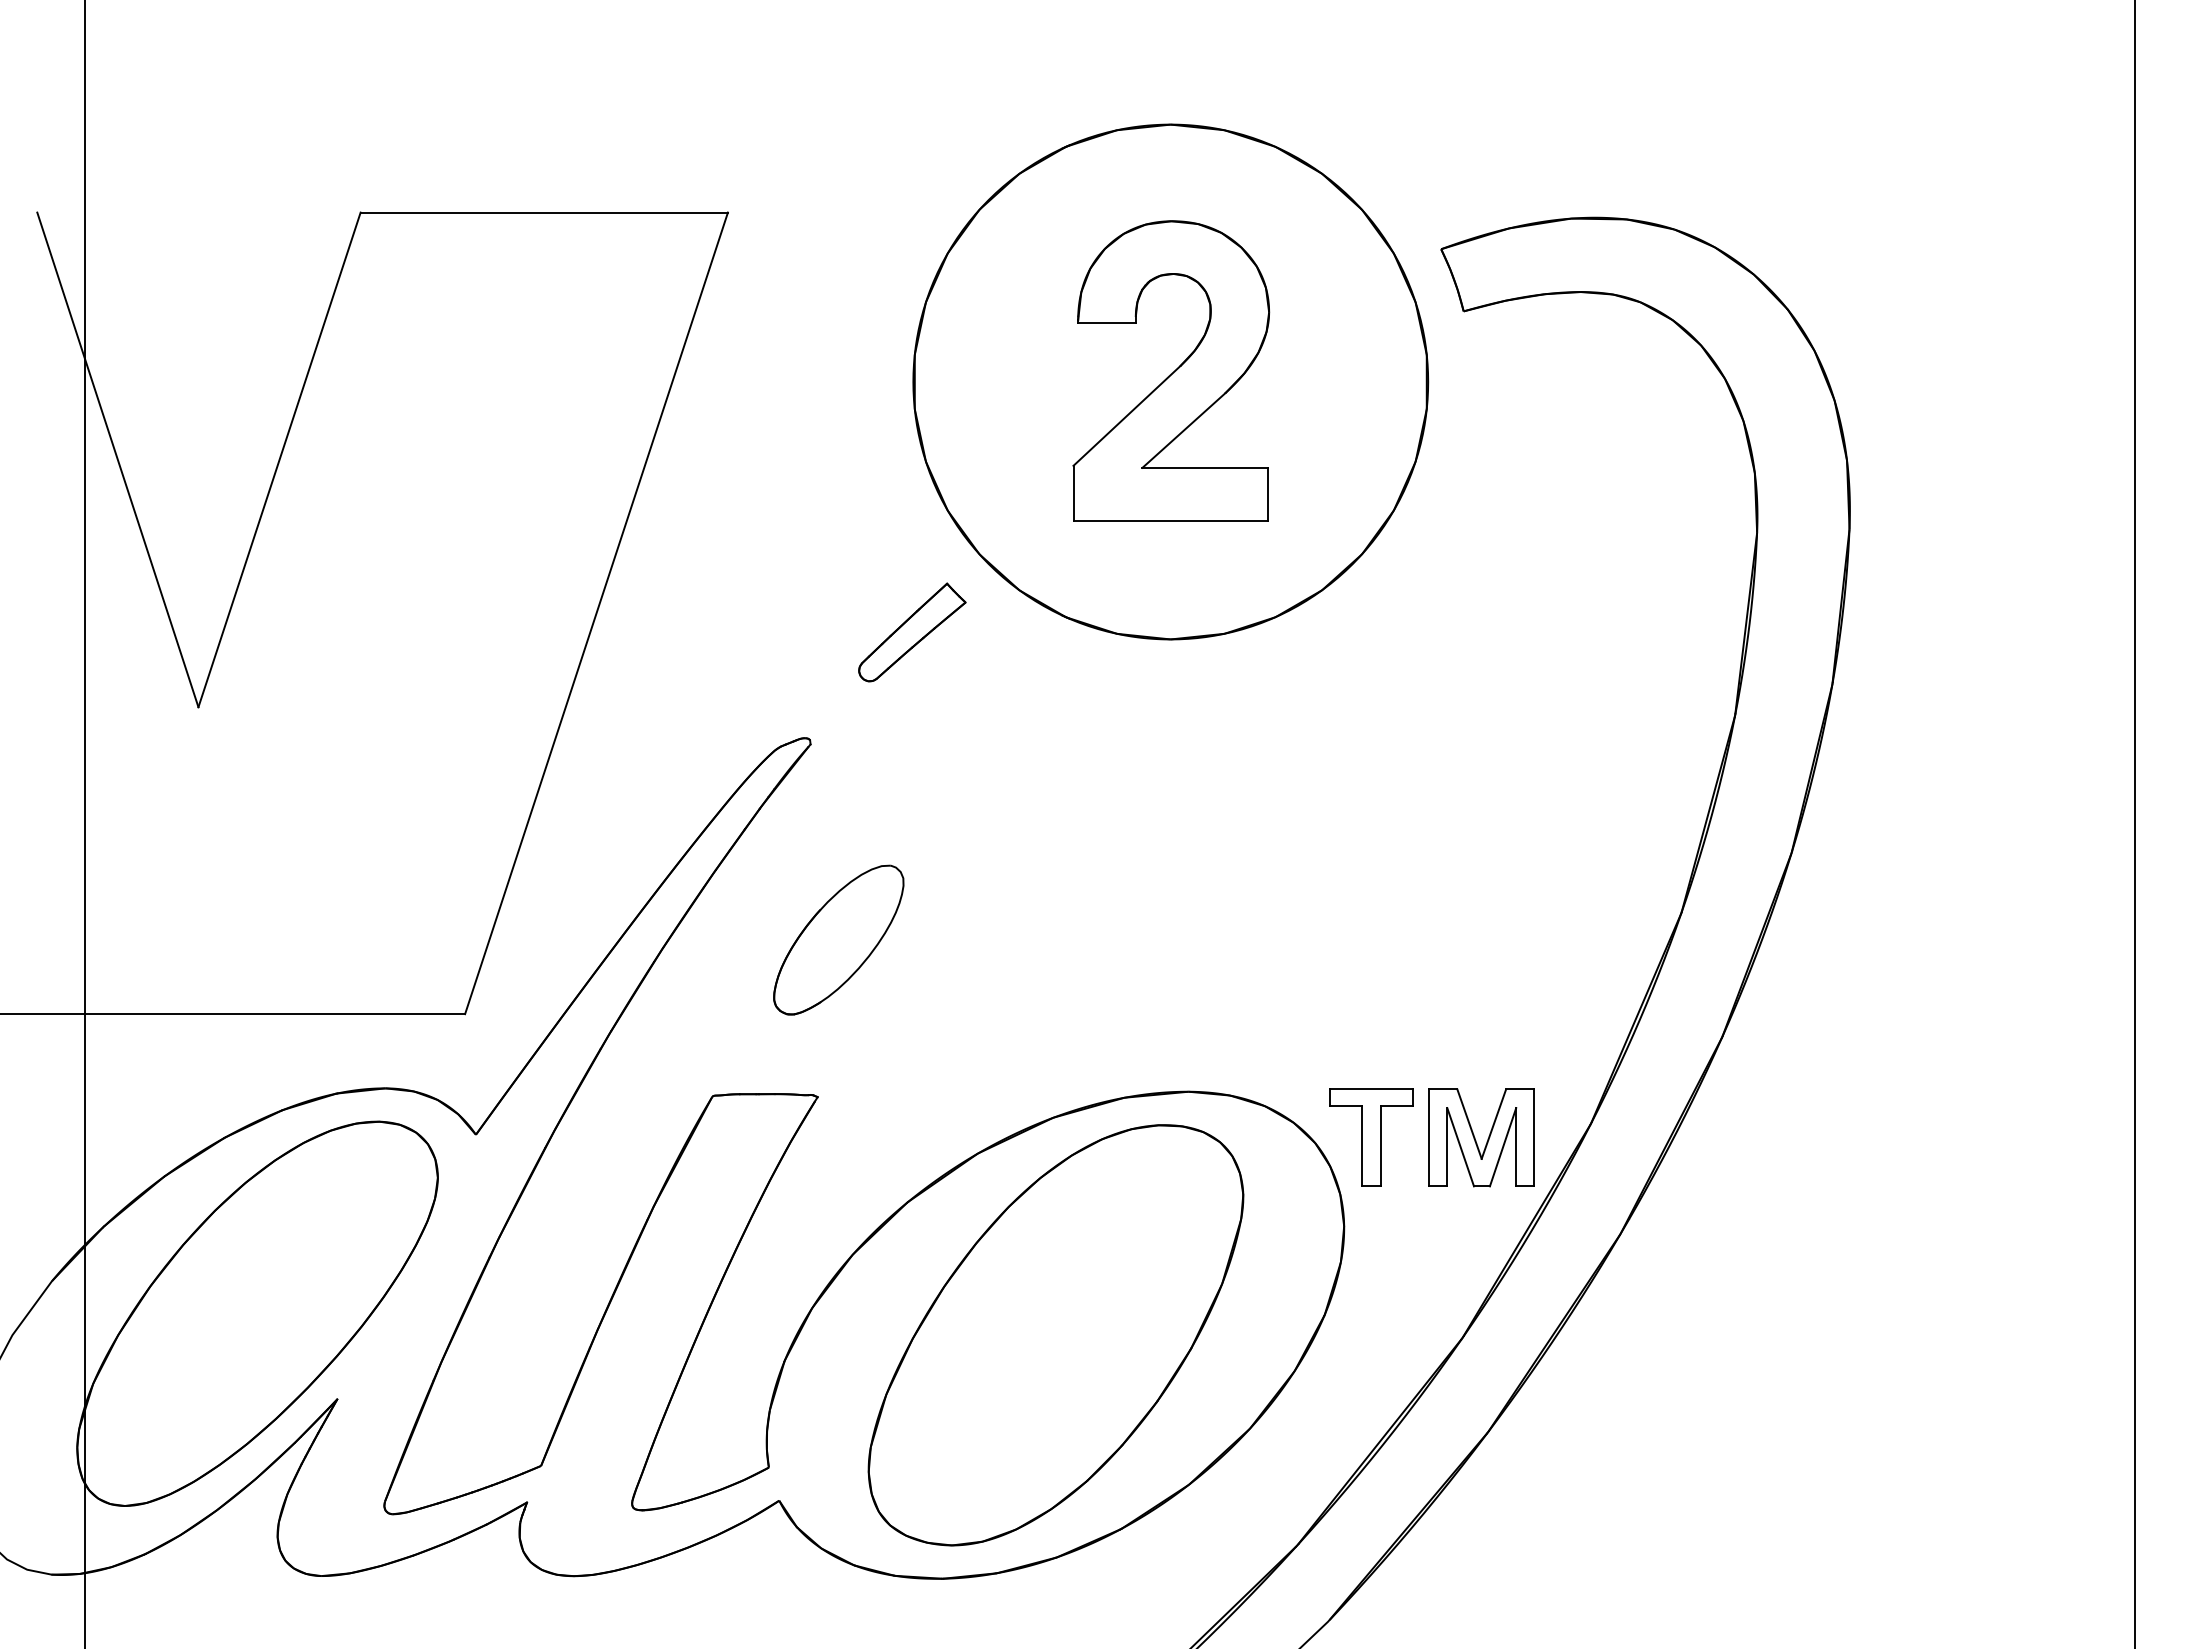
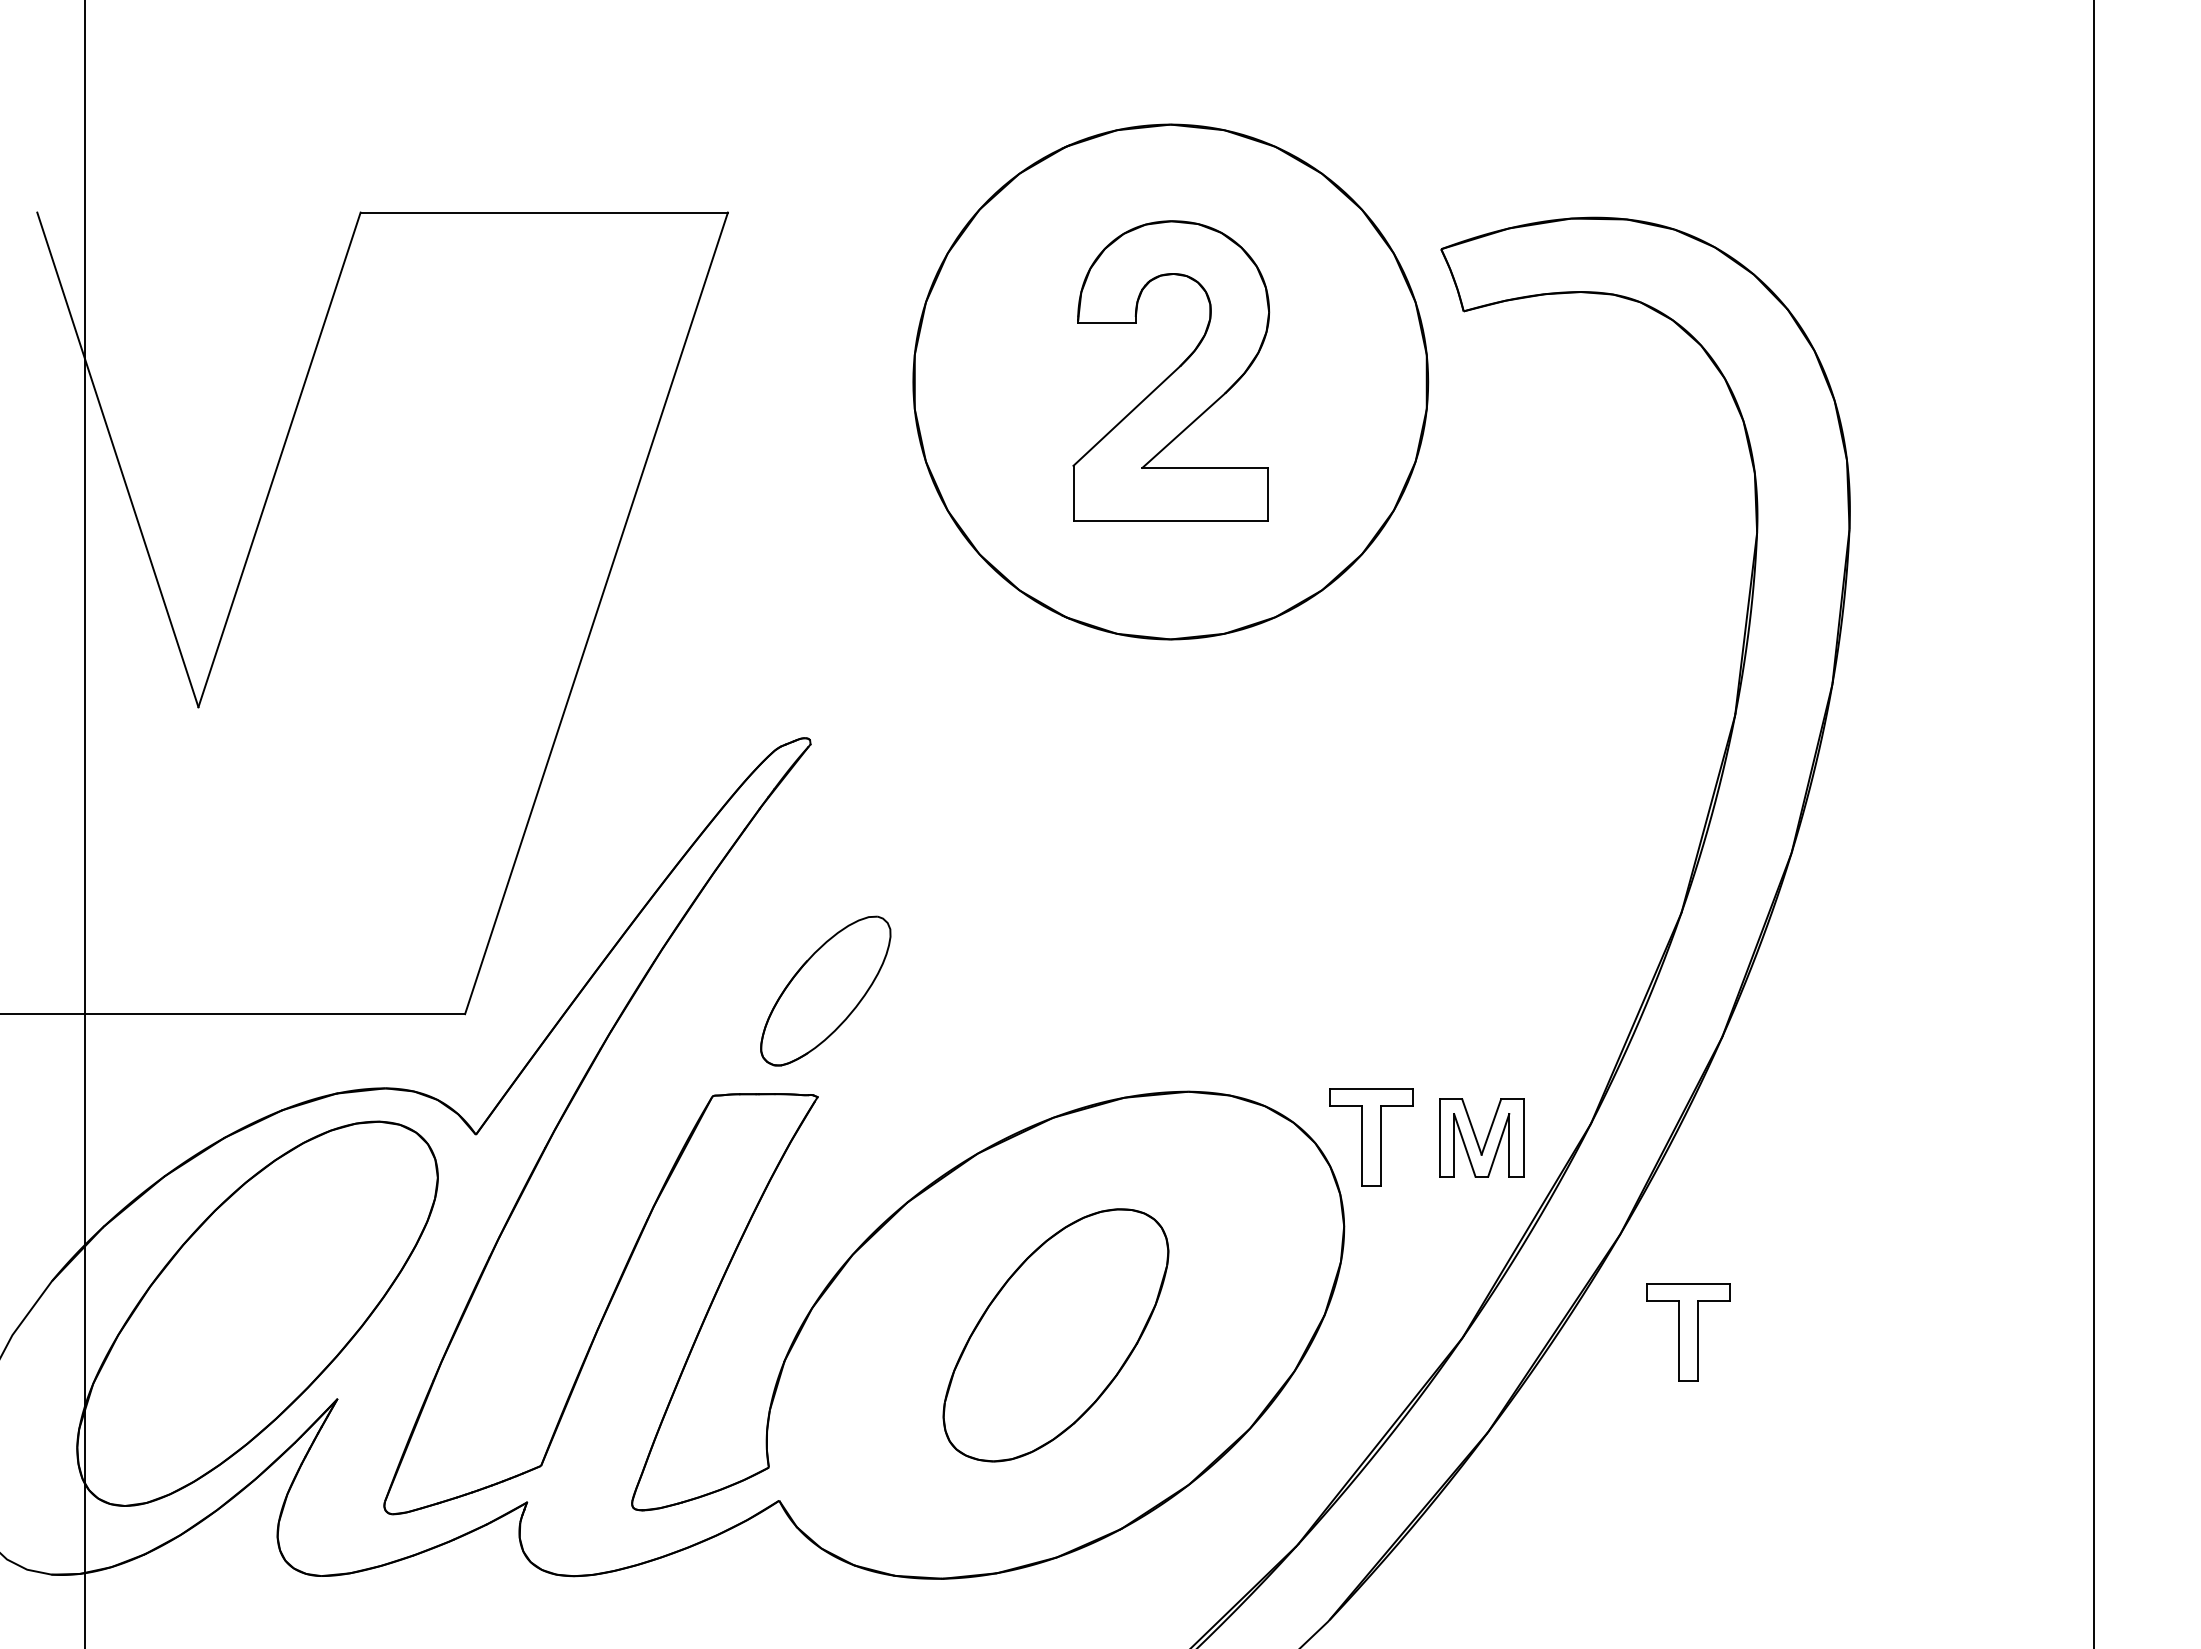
part at (912, 632): present -> none
line at (2134, 823) position: (2134, 823) -> (2093, 823)
part at (838, 939) position: (838, 939) -> (825, 990)
part at (1481, 1137) size: 107x100 px -> 86x80 px
part at (1688, 1332): none -> present
part at (1055, 1335) size: 378x423 px -> 228x255 px
